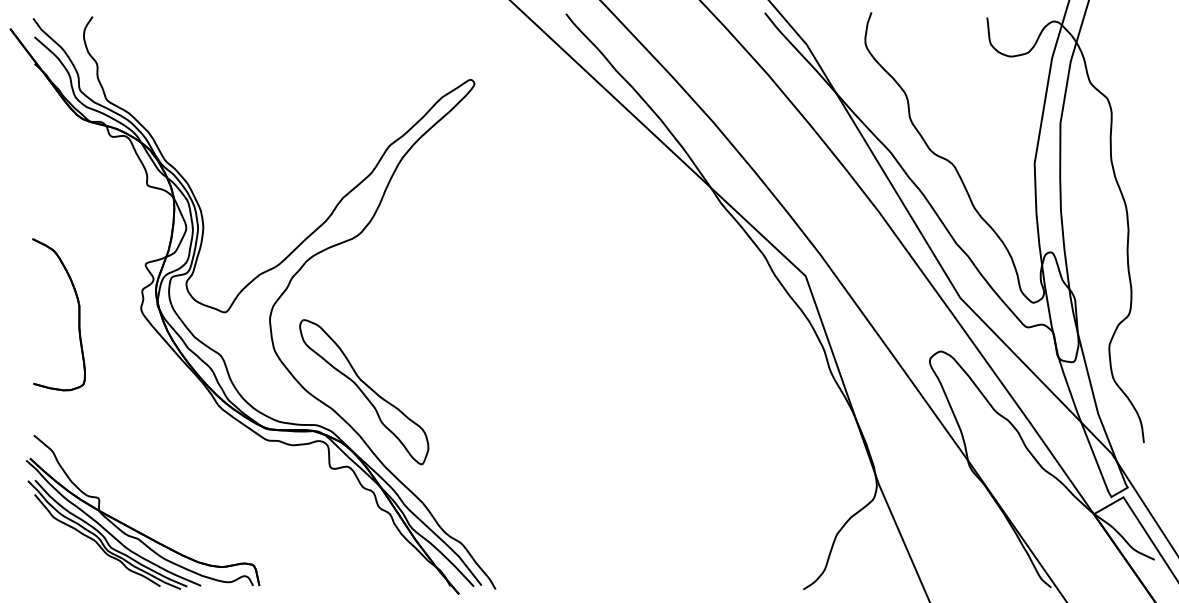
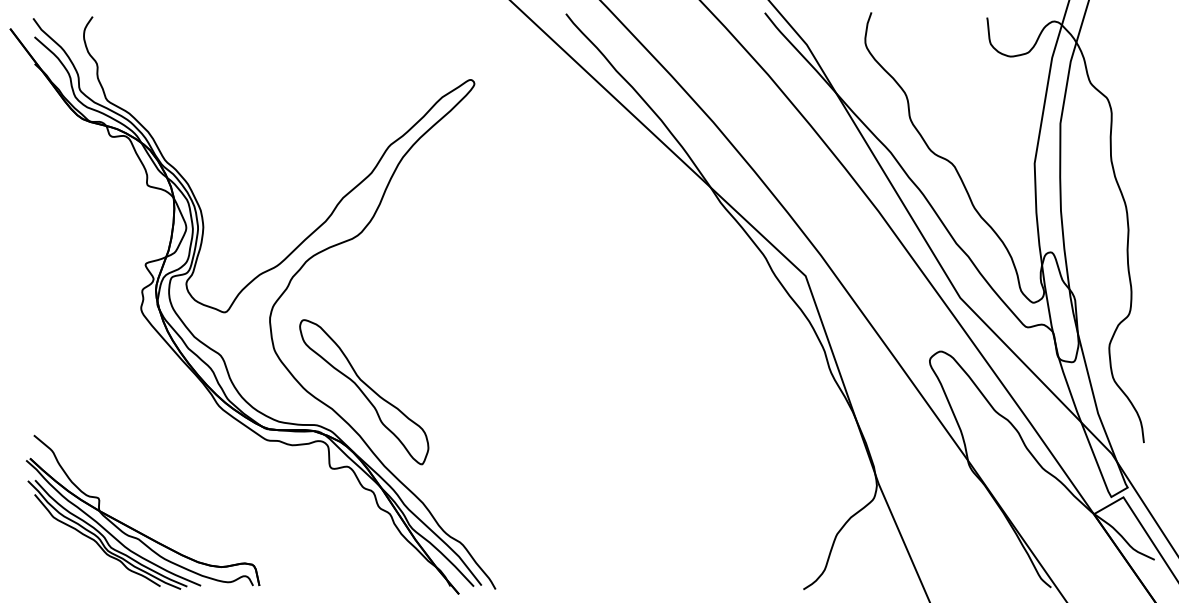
part at (78, 314): present -> none
